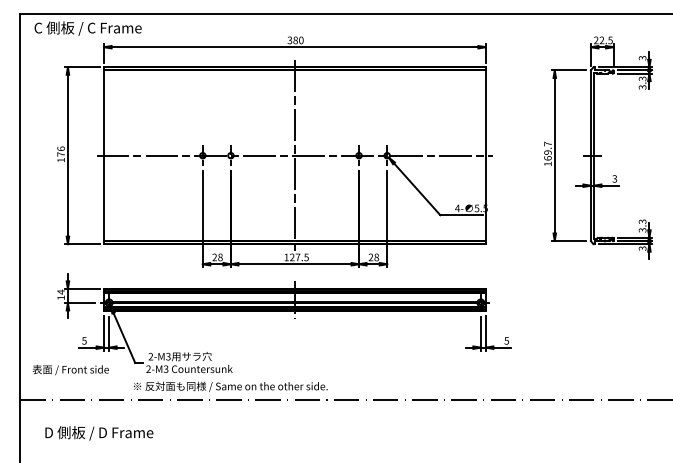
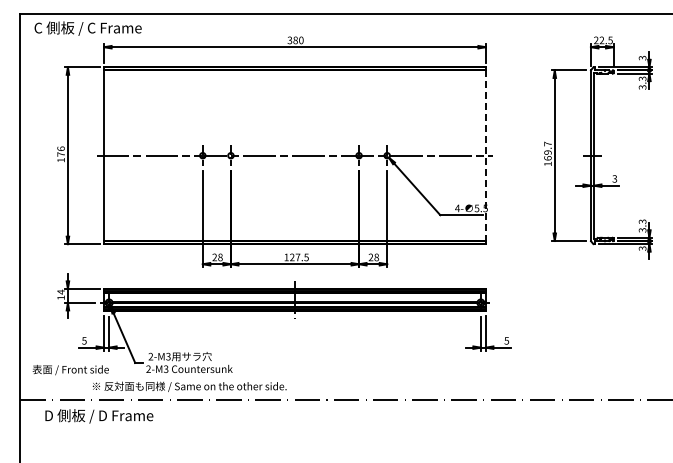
line at (295, 155): present -> none
line at (485, 156): solid -> dashed
text at (230, 386) position: (230, 386) -> (189, 386)
text at (99, 433) position: (99, 433) -> (99, 416)
